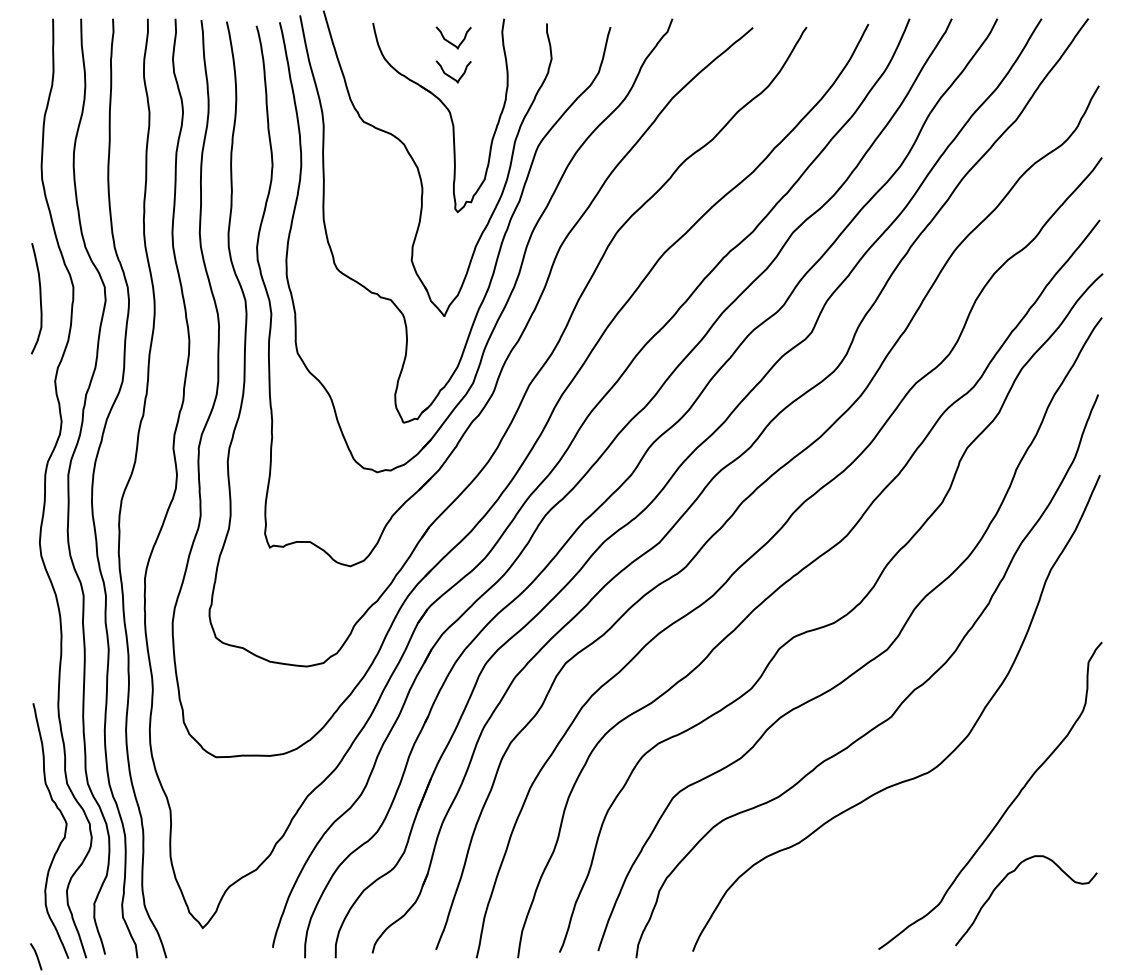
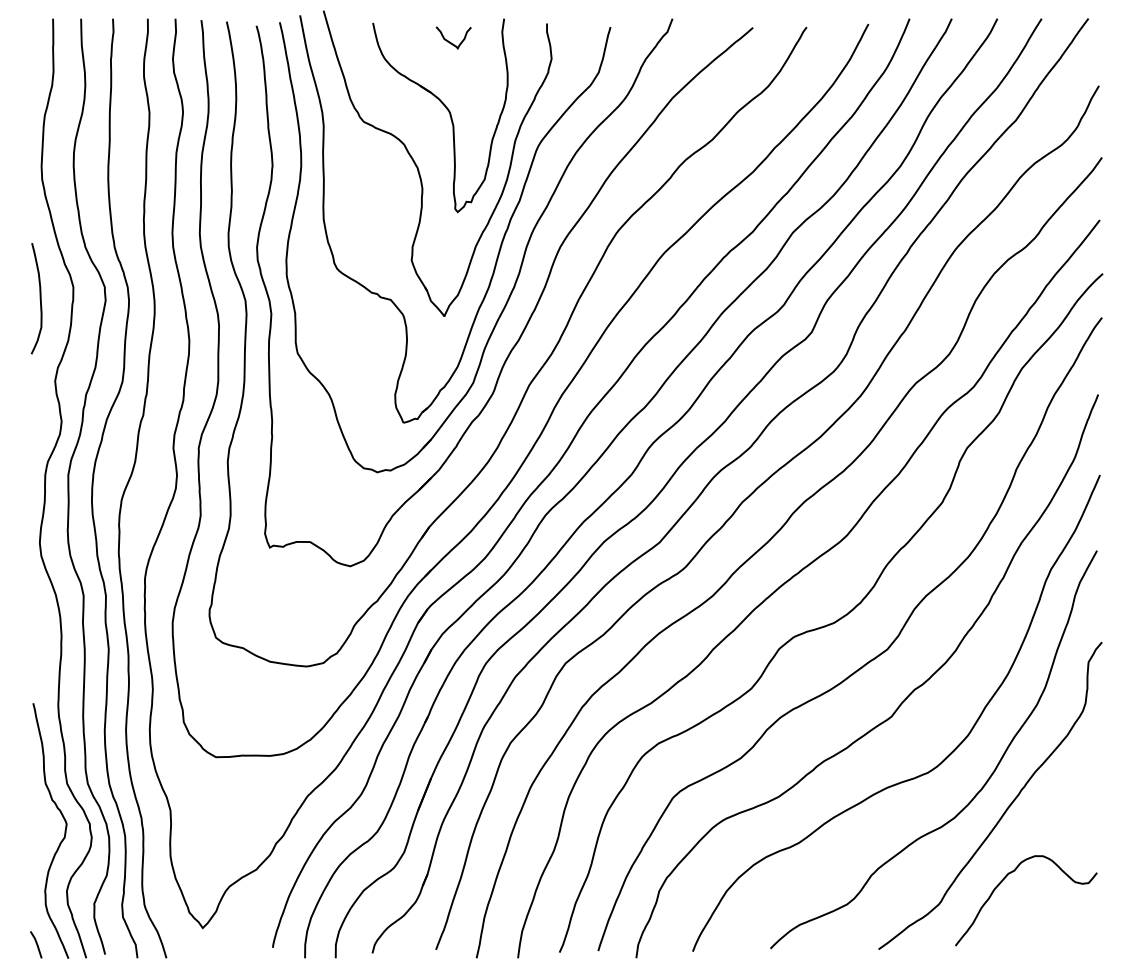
curve at (450, 75): present -> none
curve at (981, 787): none -> present
line at (36, 956) position: (36, 956) -> (36, 944)
